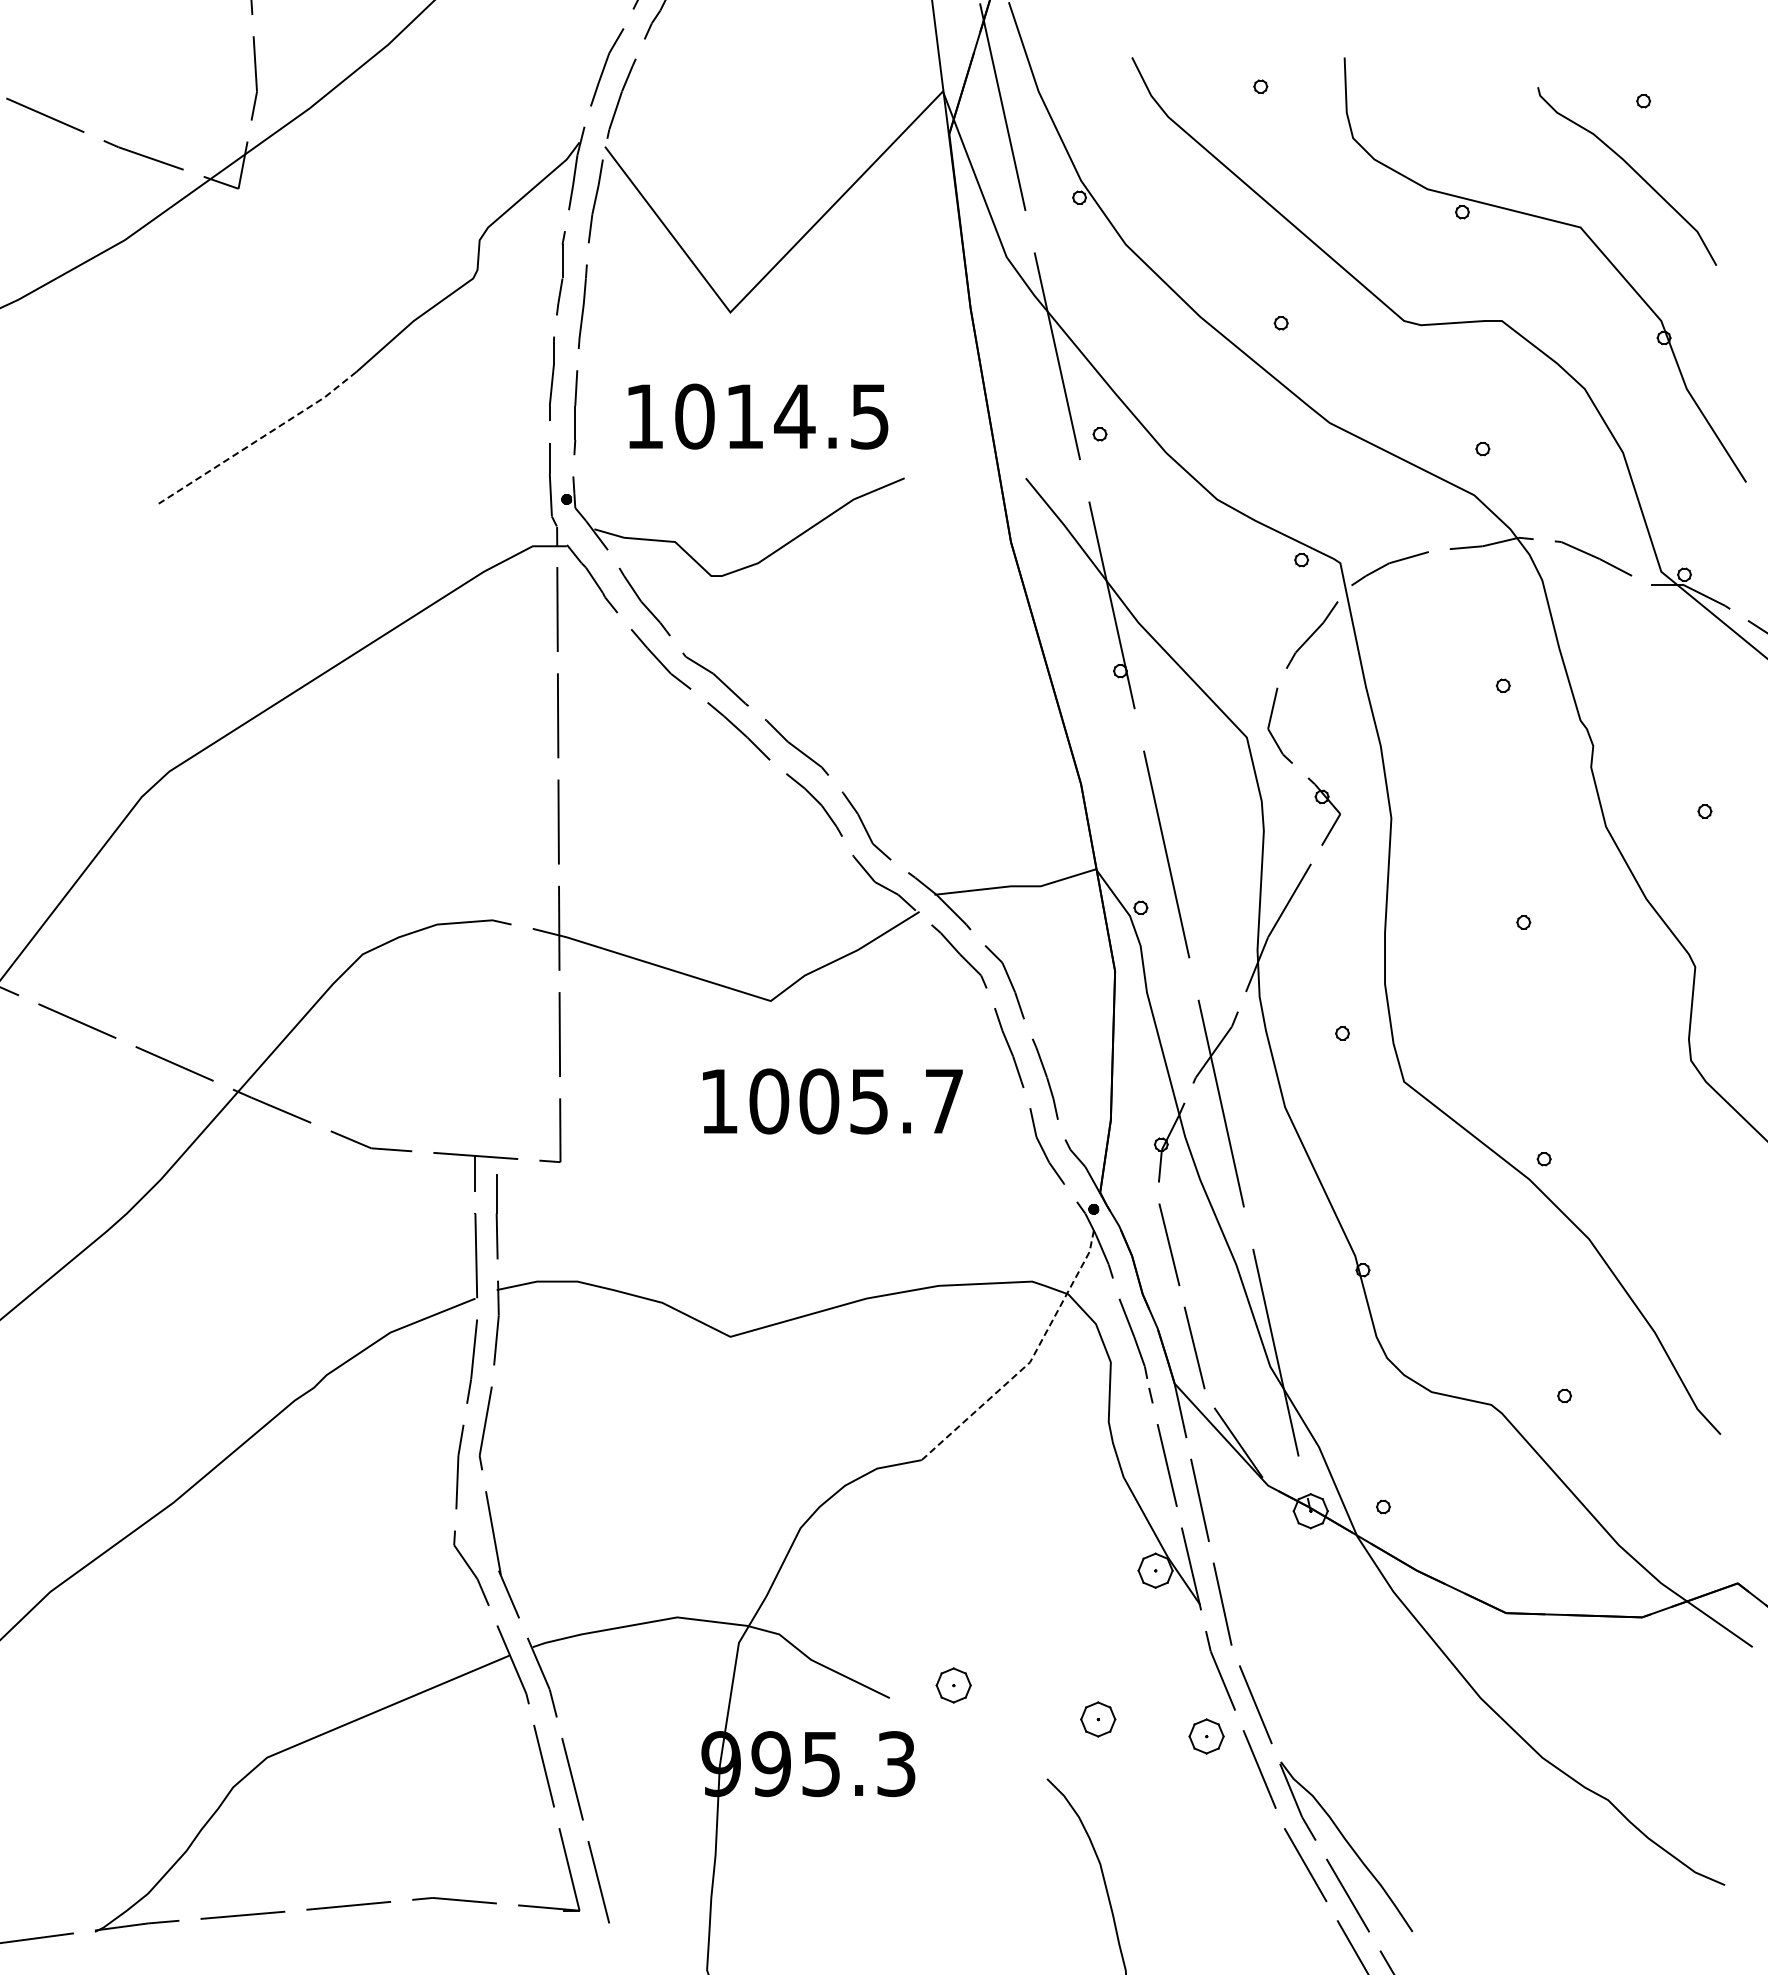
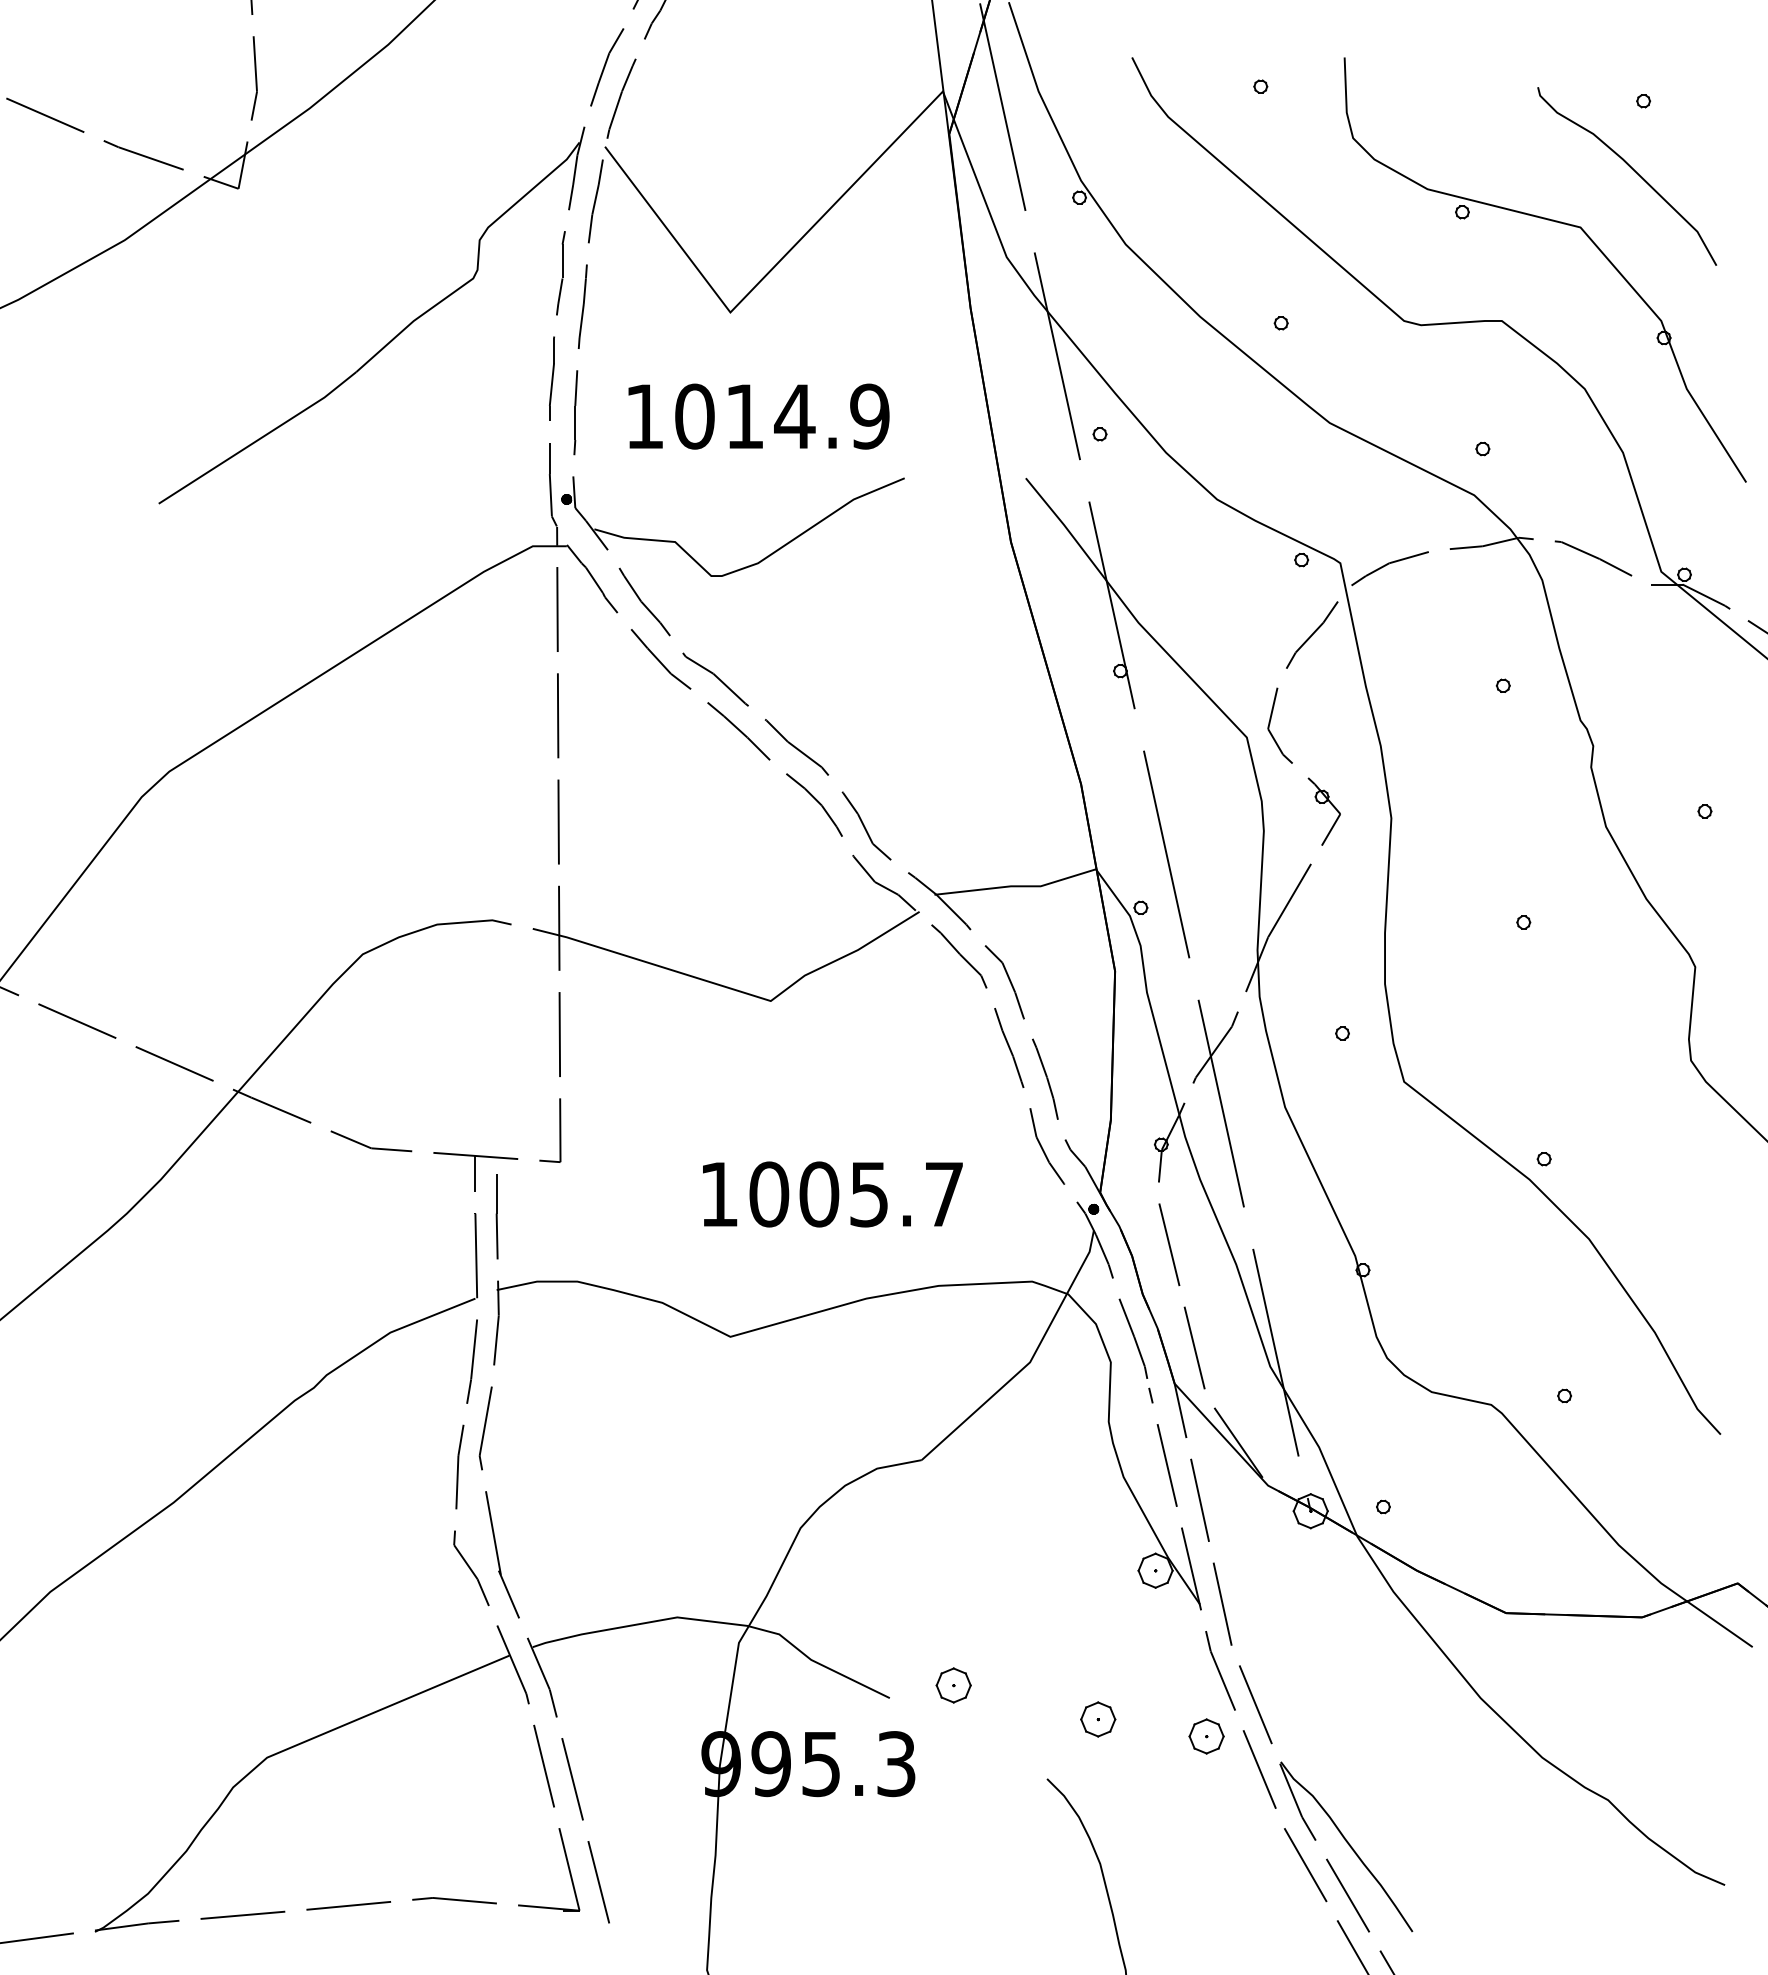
text at (869, 416): 1014.5 -> 1014.9
line at (258, 439): dashed -> solid
text at (832, 1101) position: (832, 1101) -> (832, 1194)
line at (1030, 1361): dashed -> solid
